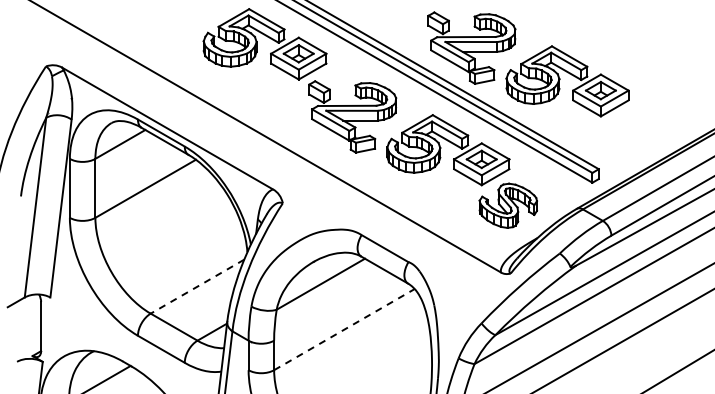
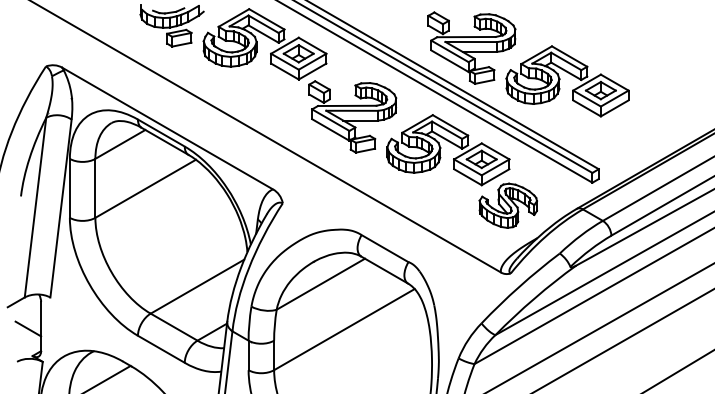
part at (171, 25): none -> present
line at (197, 286): dashed -> solid
line at (28, 328): none -> present
line at (344, 329): dashed -> solid
